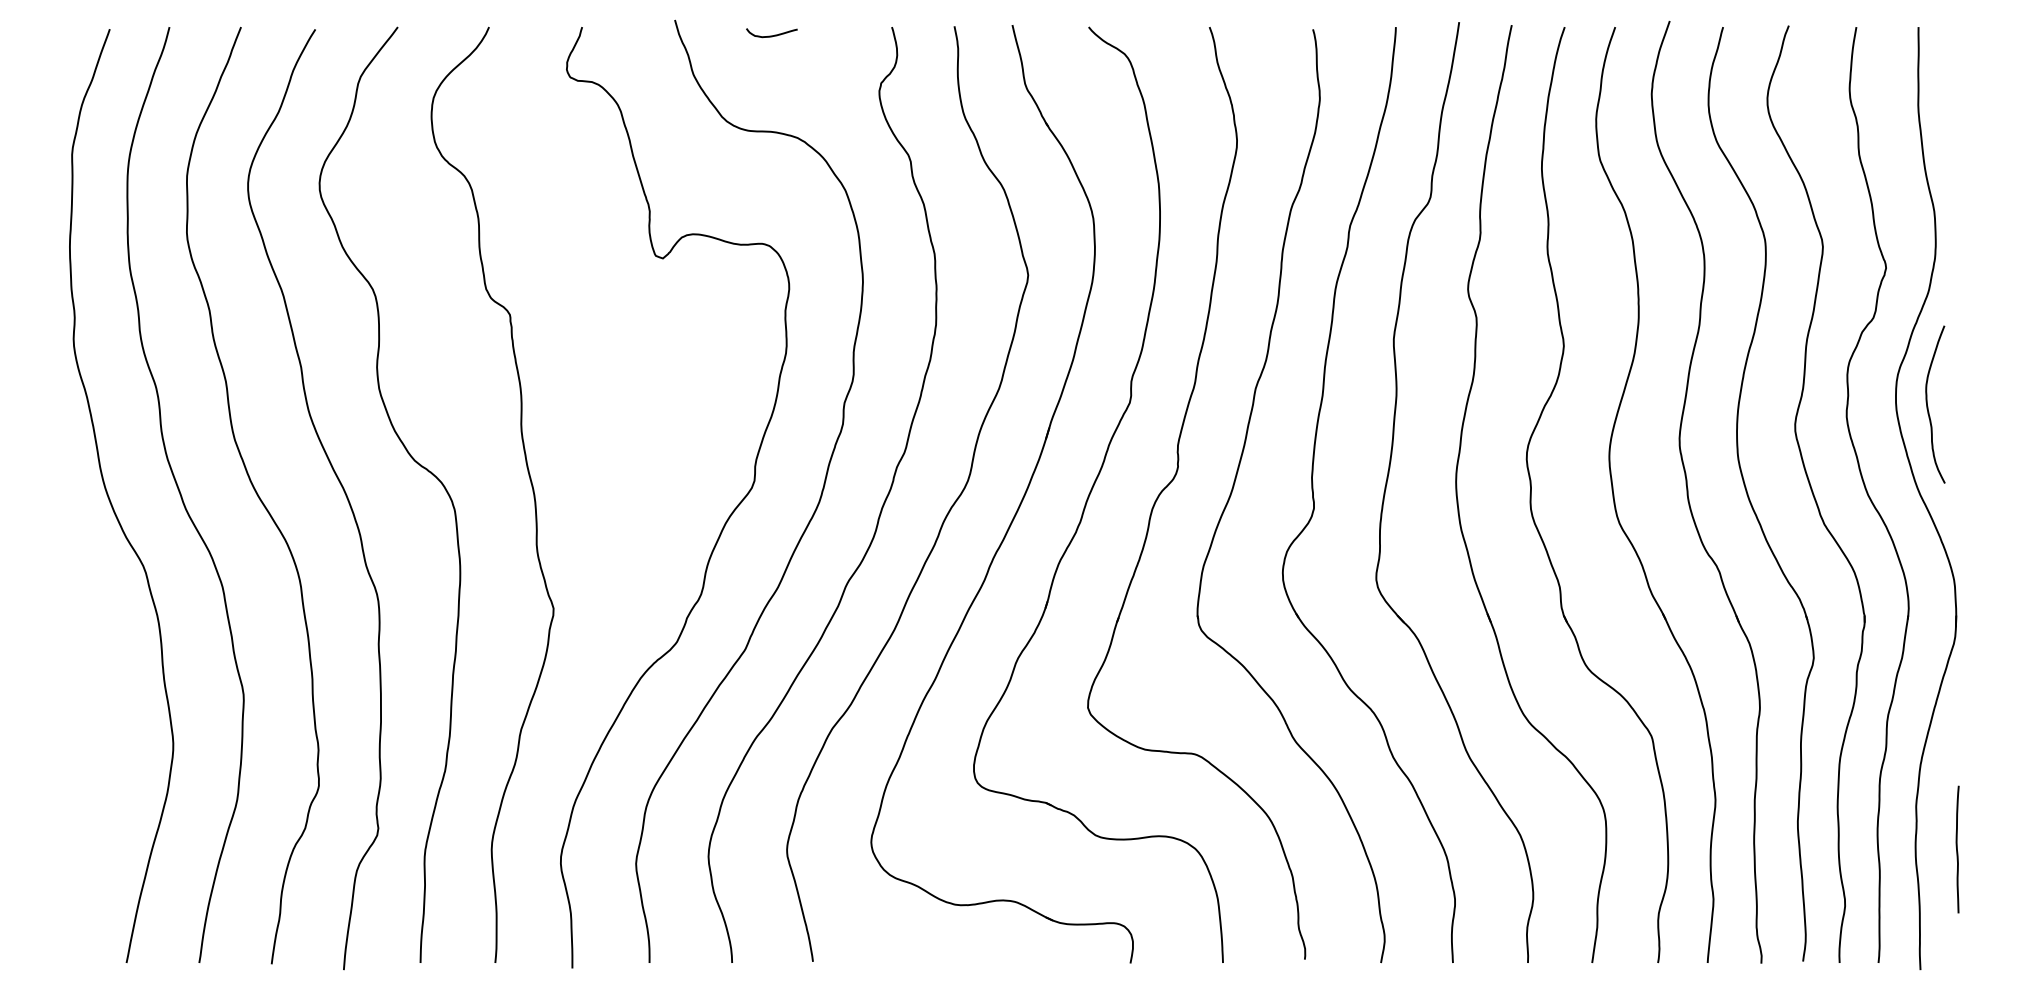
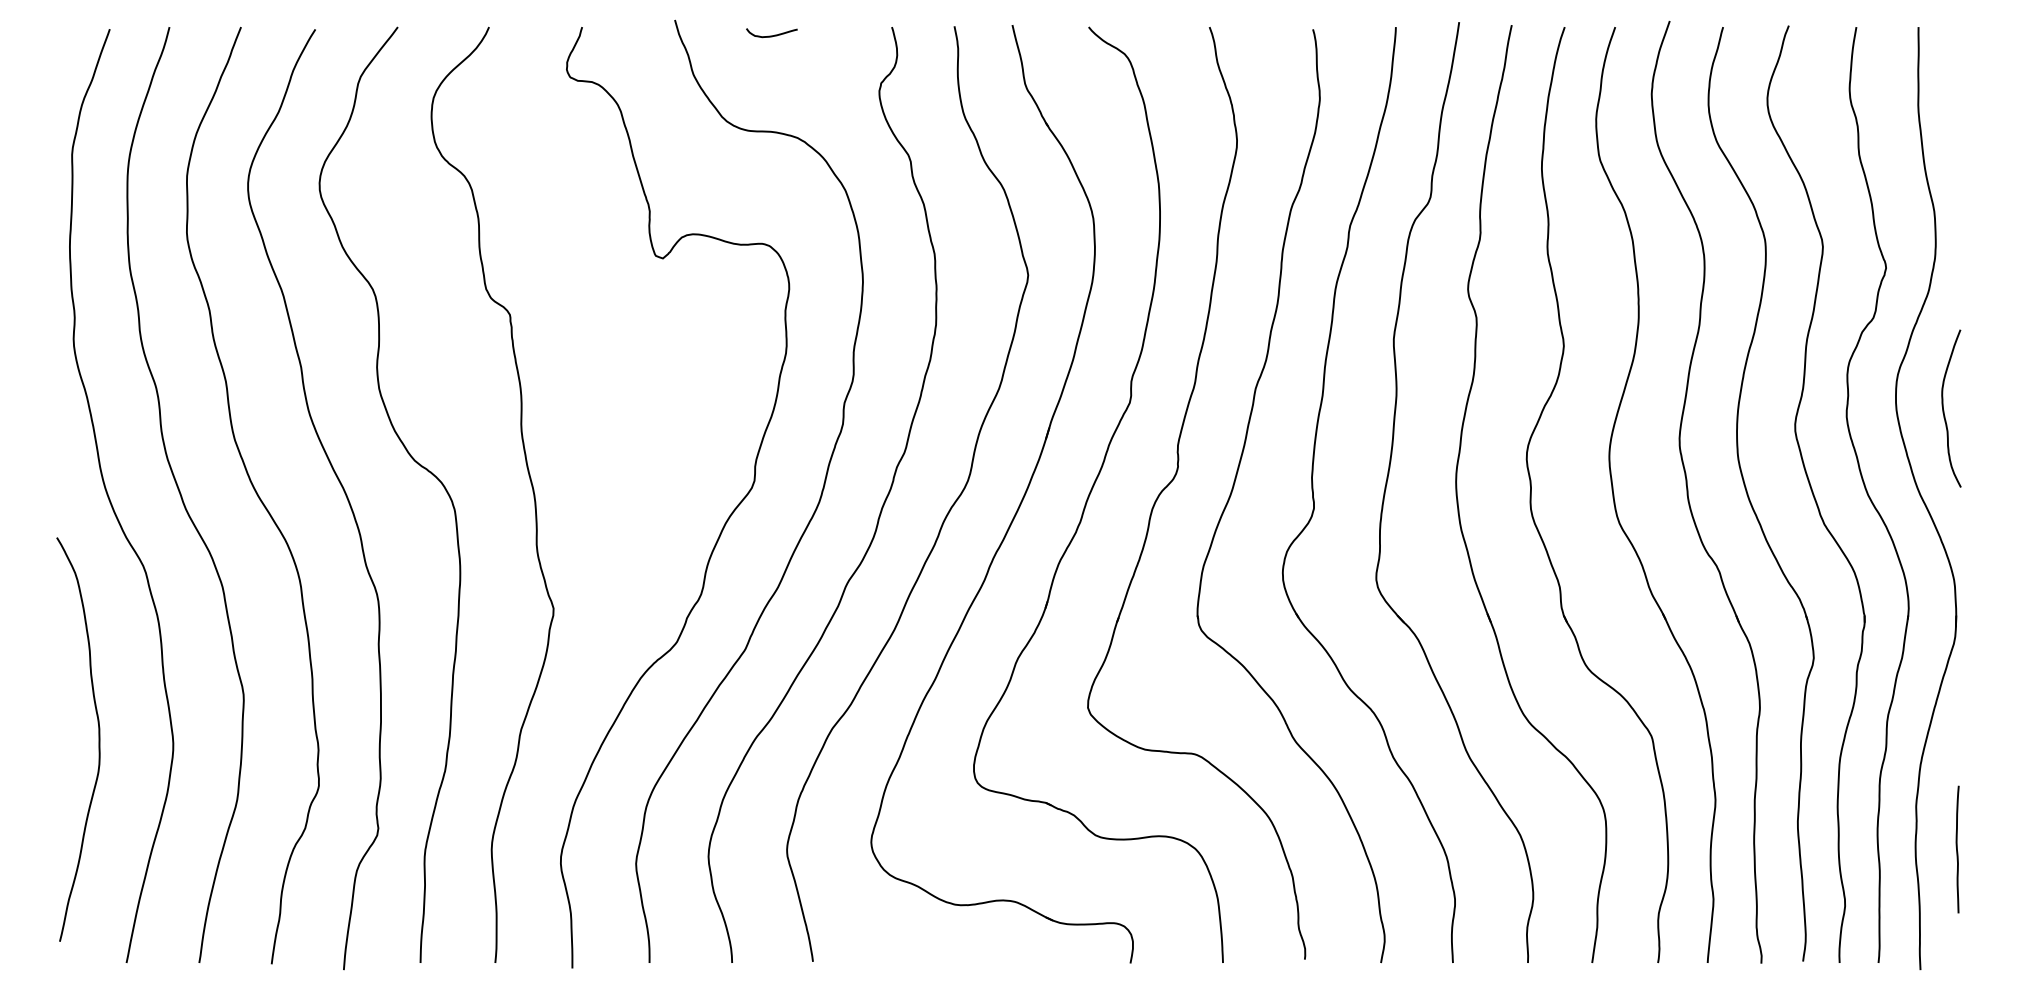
curve at (1928, 406) position: (1928, 406) -> (1944, 410)
curve at (98, 739): none -> present
